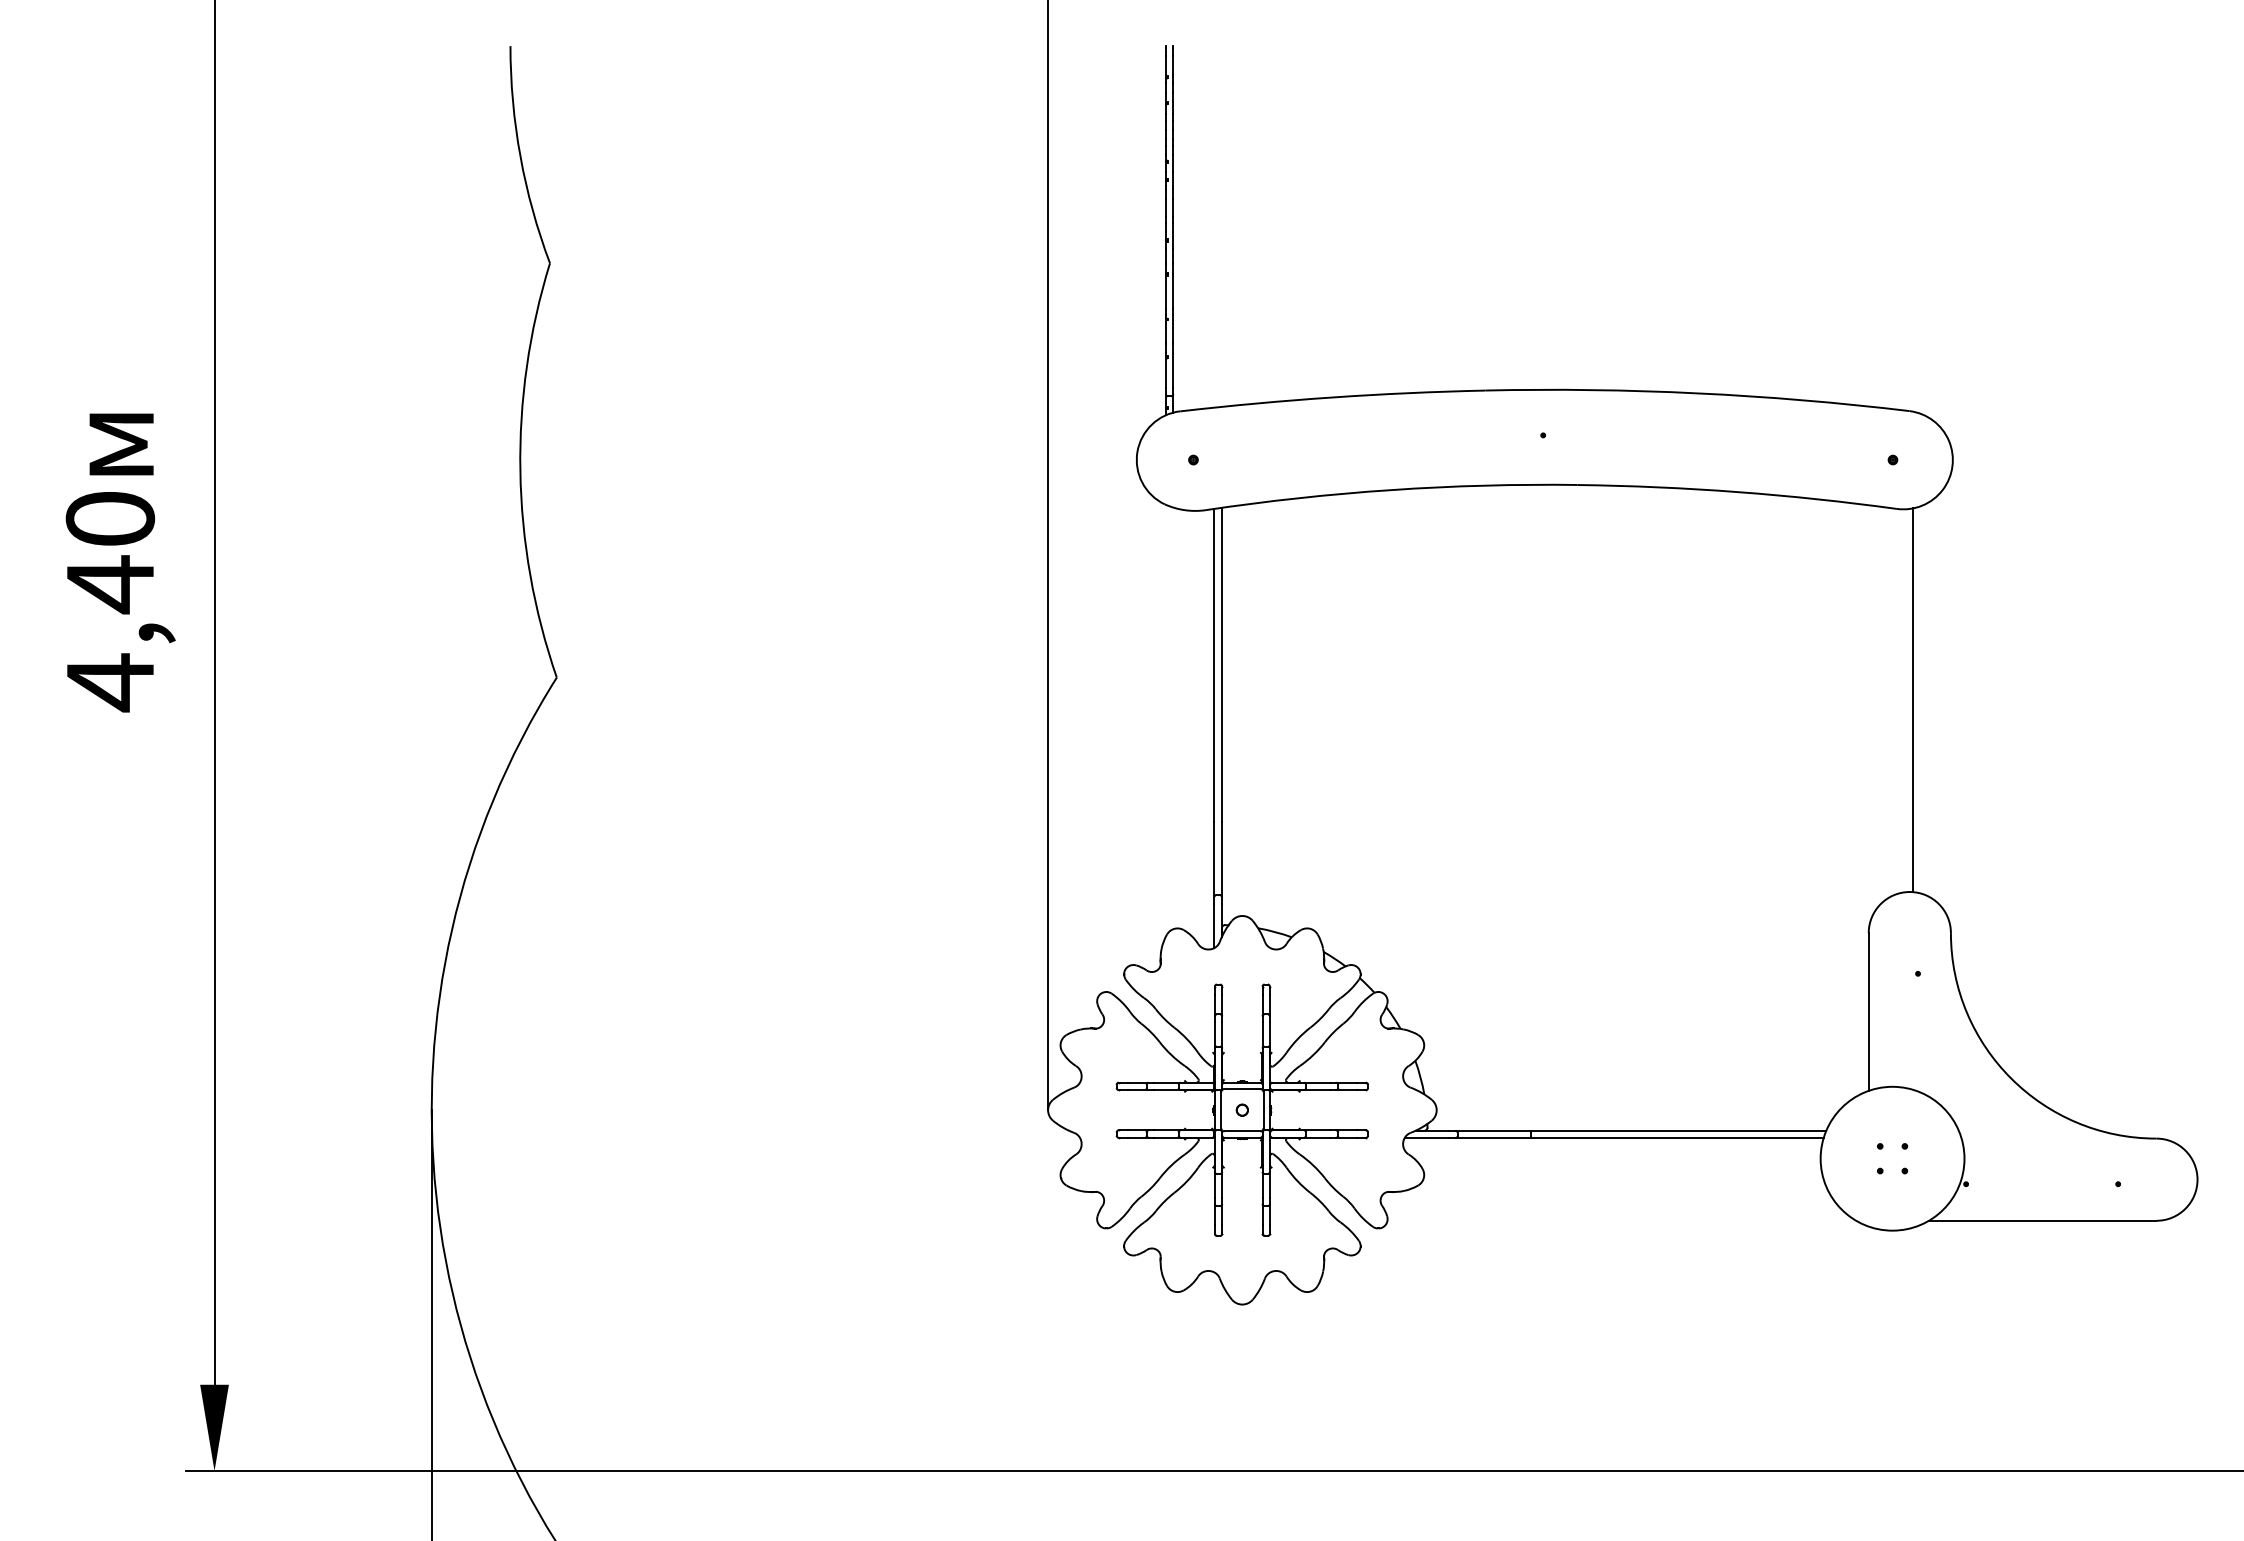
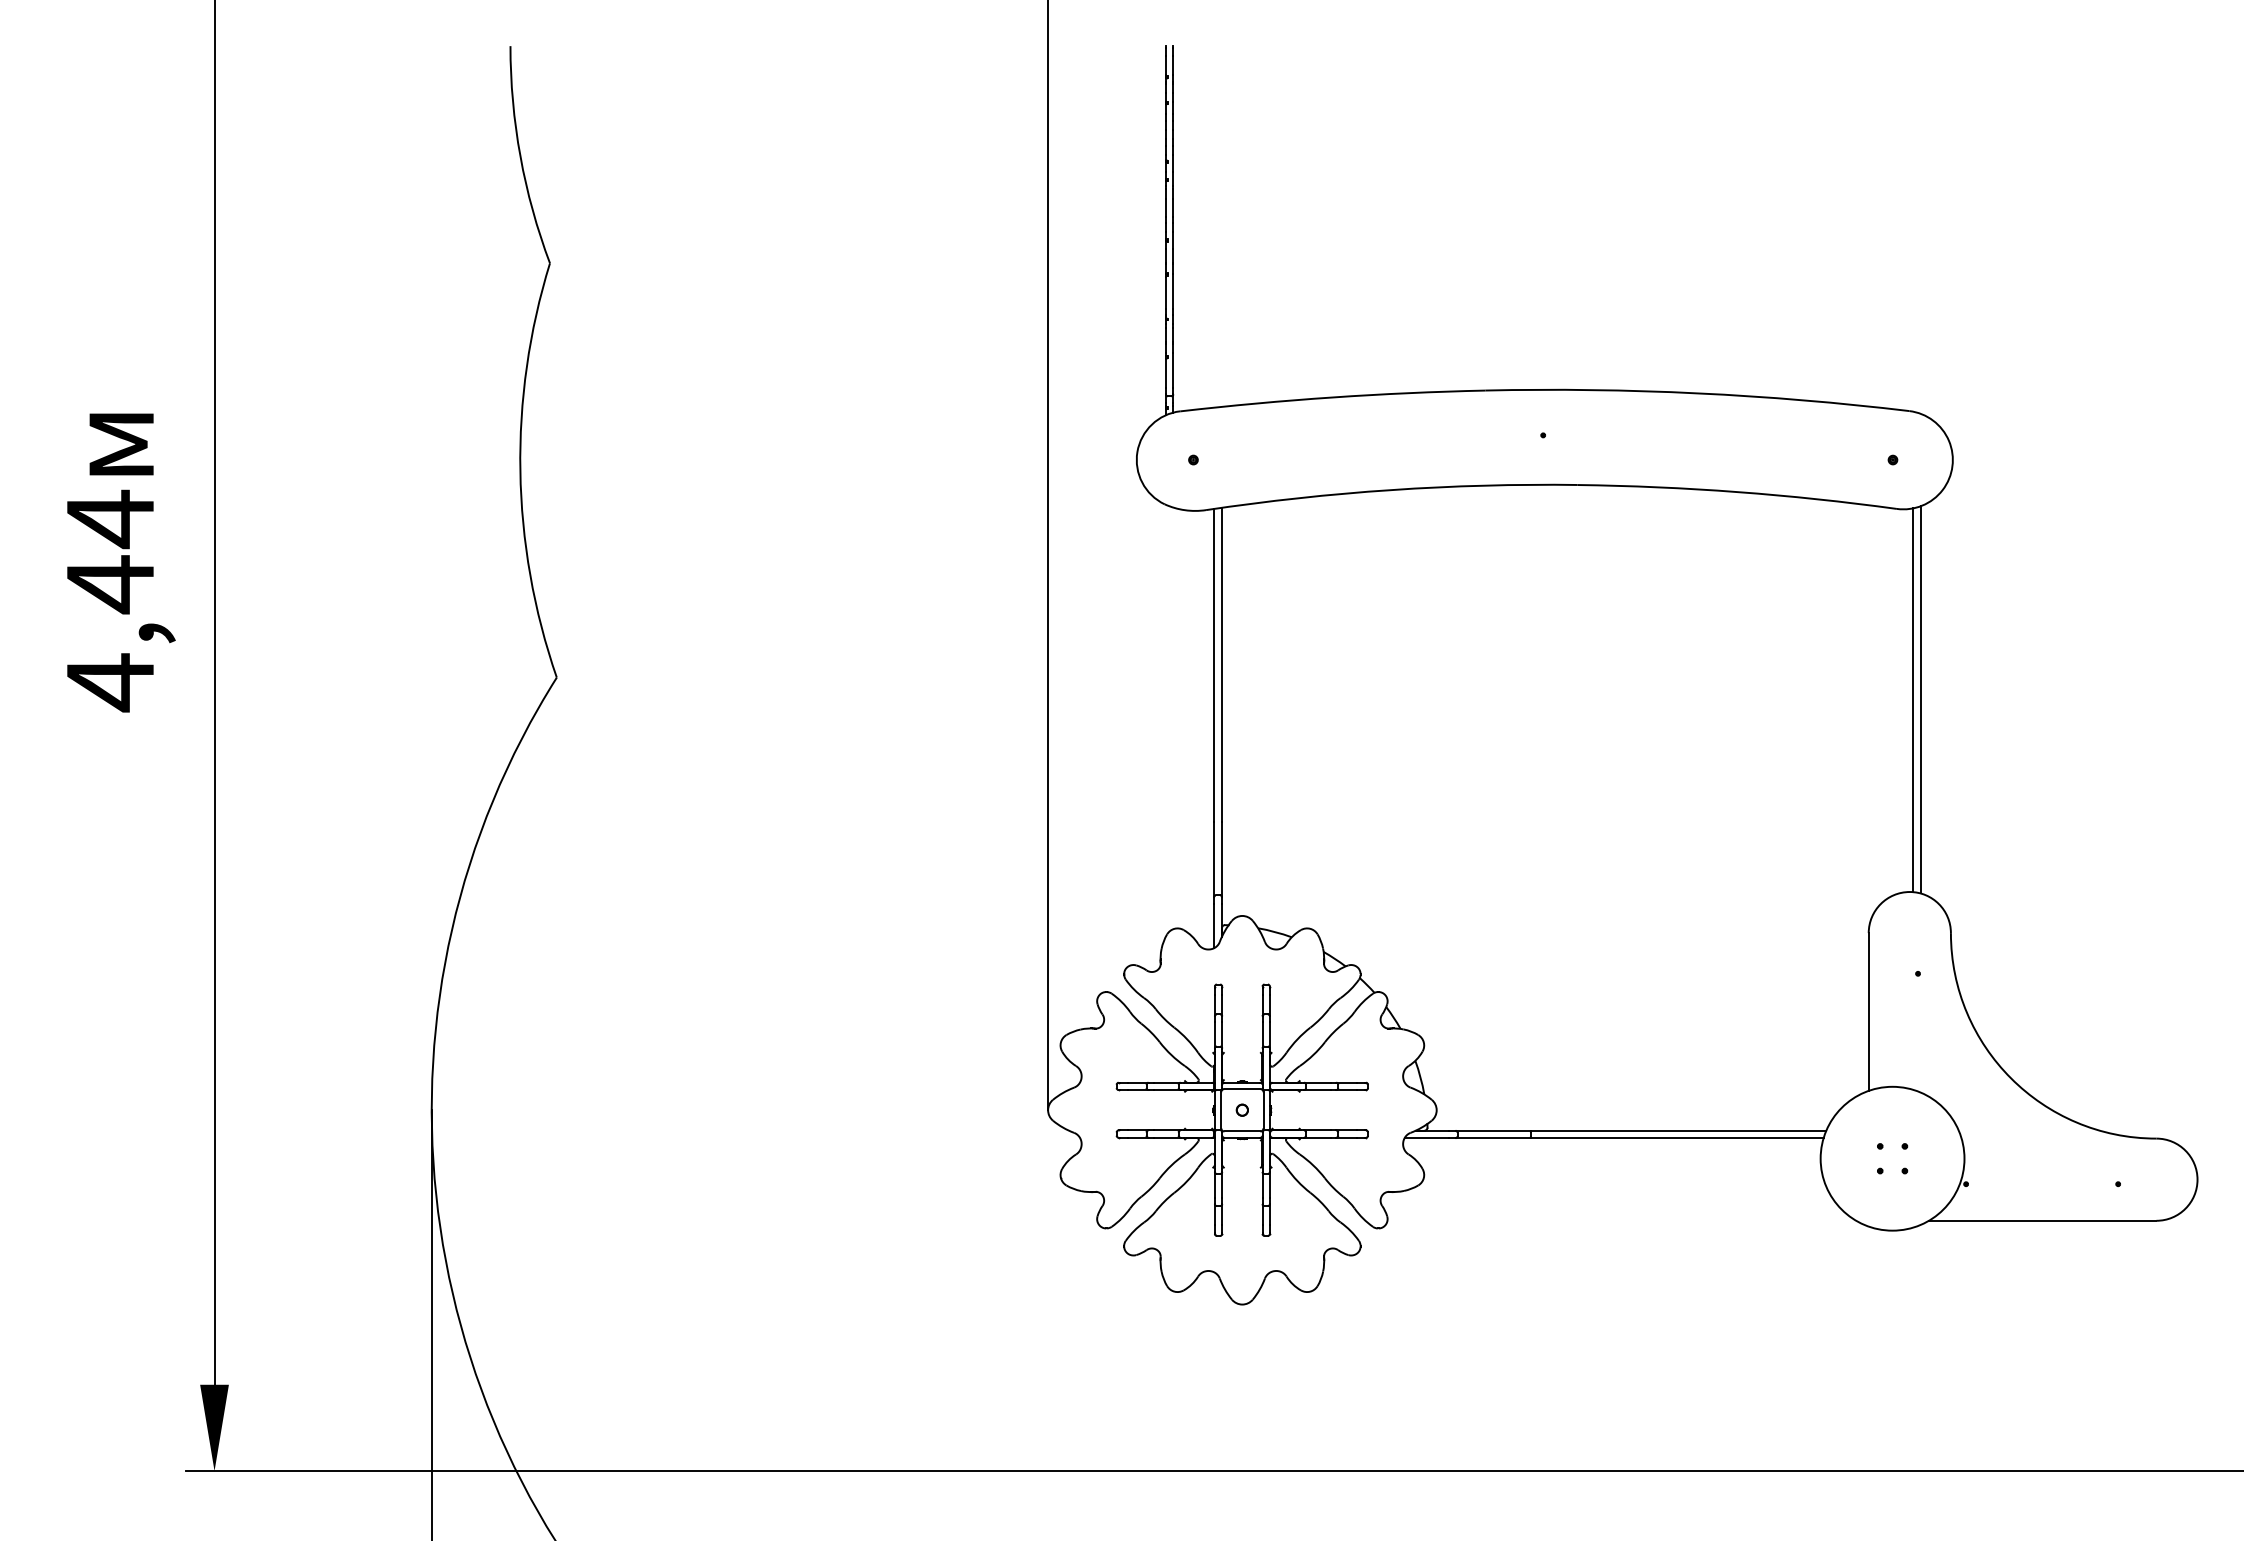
text at (110, 519): 4,40 -> 4,44
line at (1920, 699): none -> present
